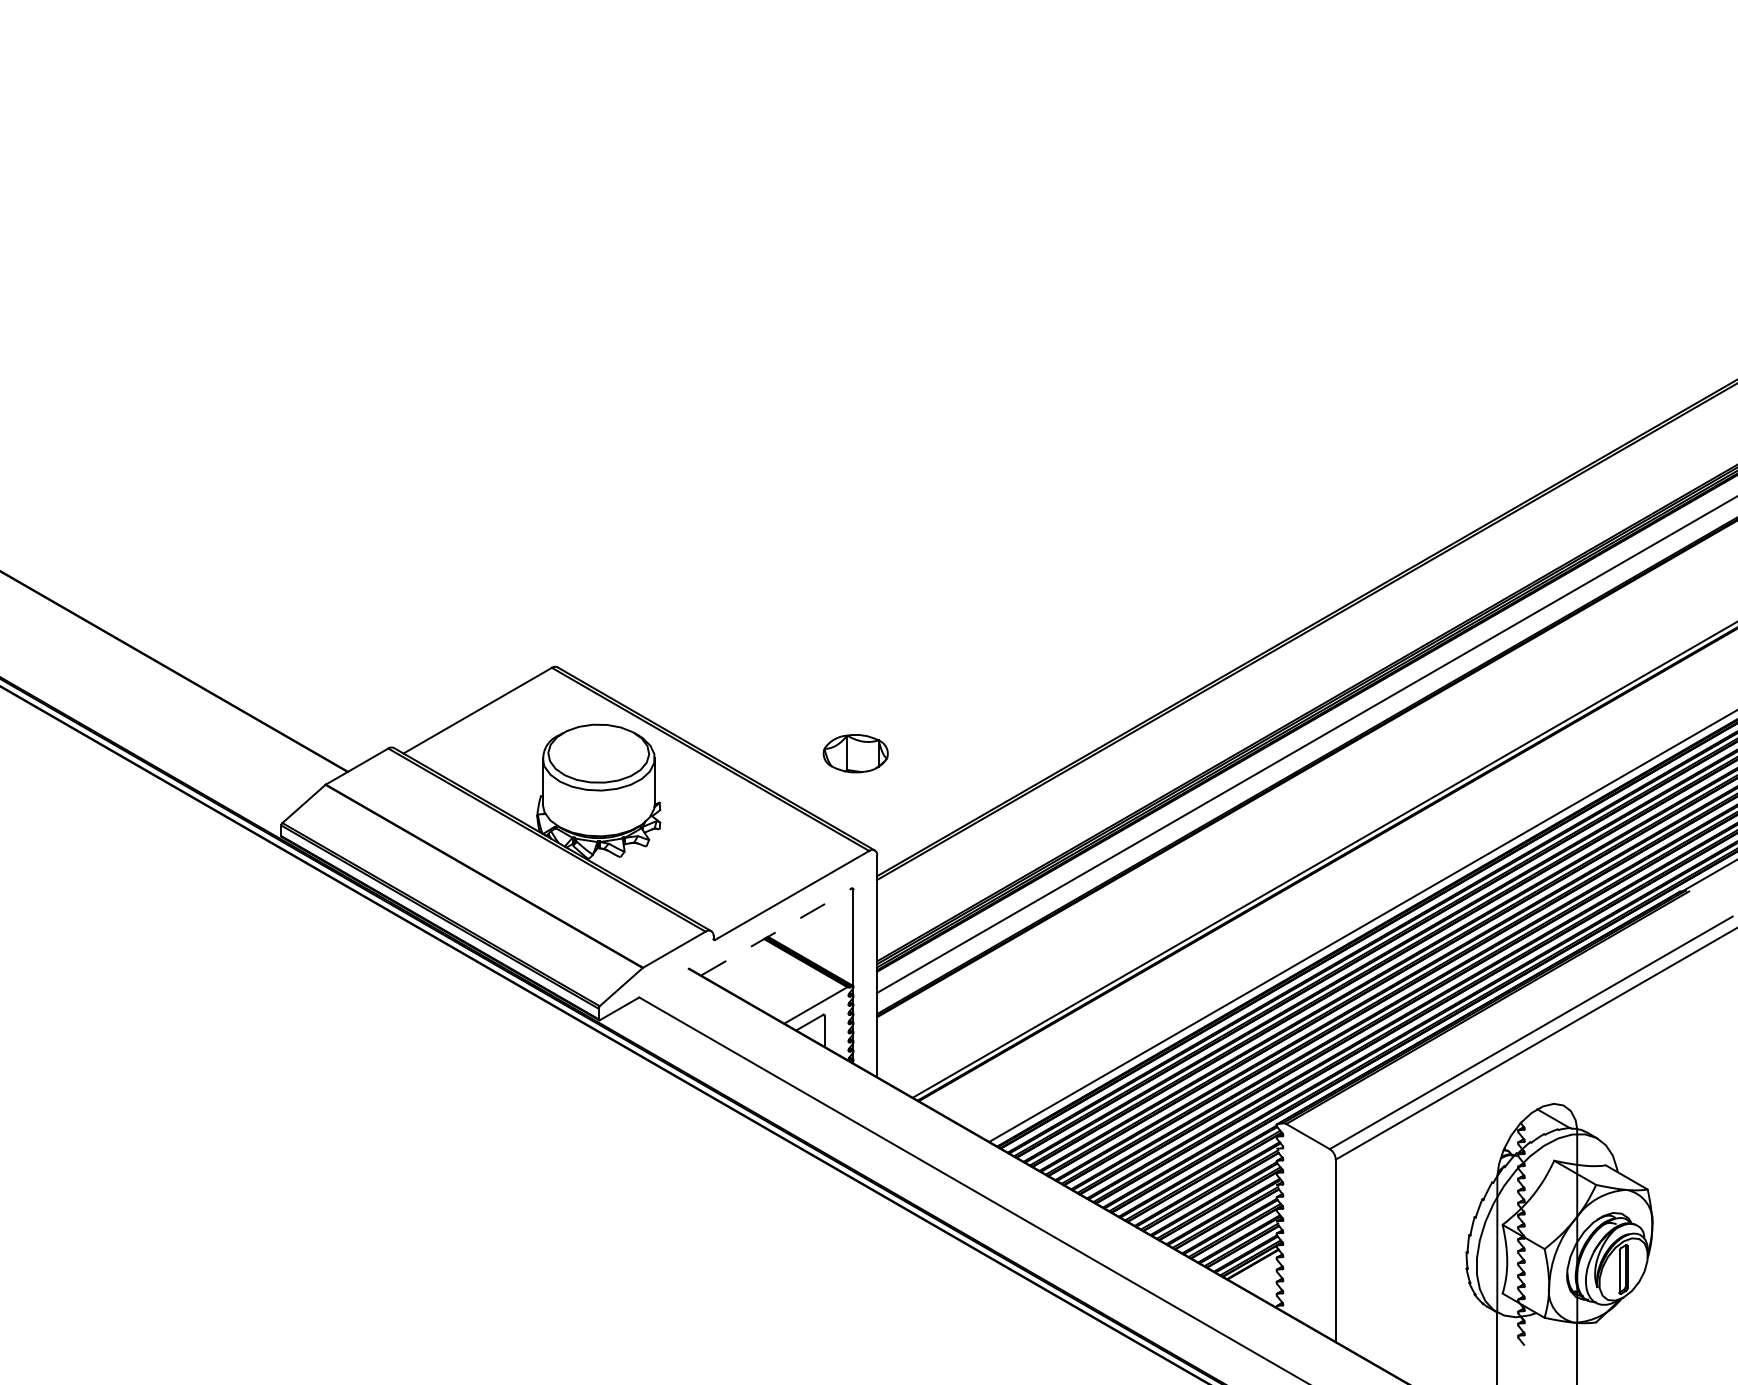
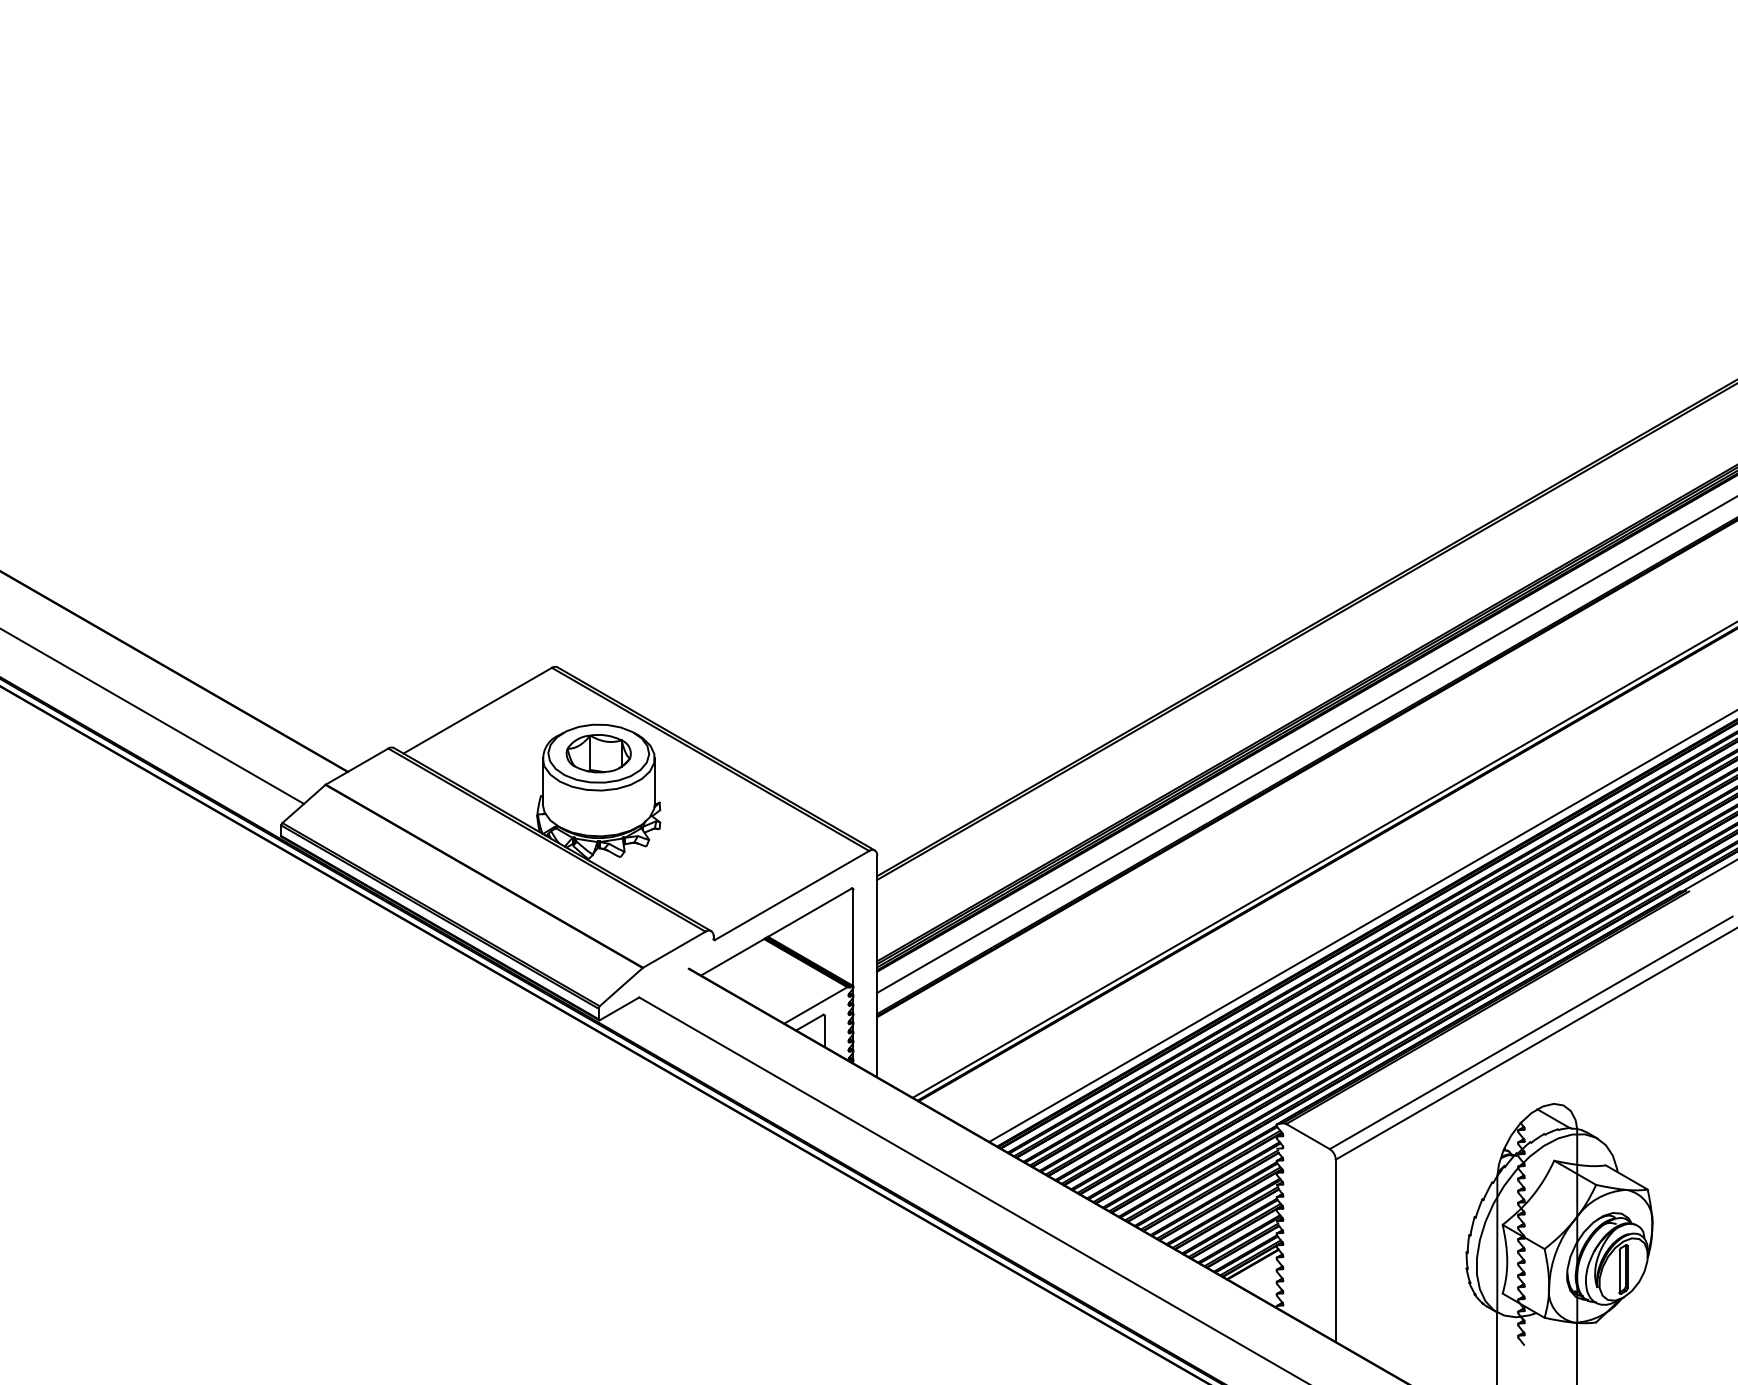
line at (153, 716): none -> present
part at (855, 753) position: (855, 753) -> (598, 753)
line at (776, 931): dashed -> solid
